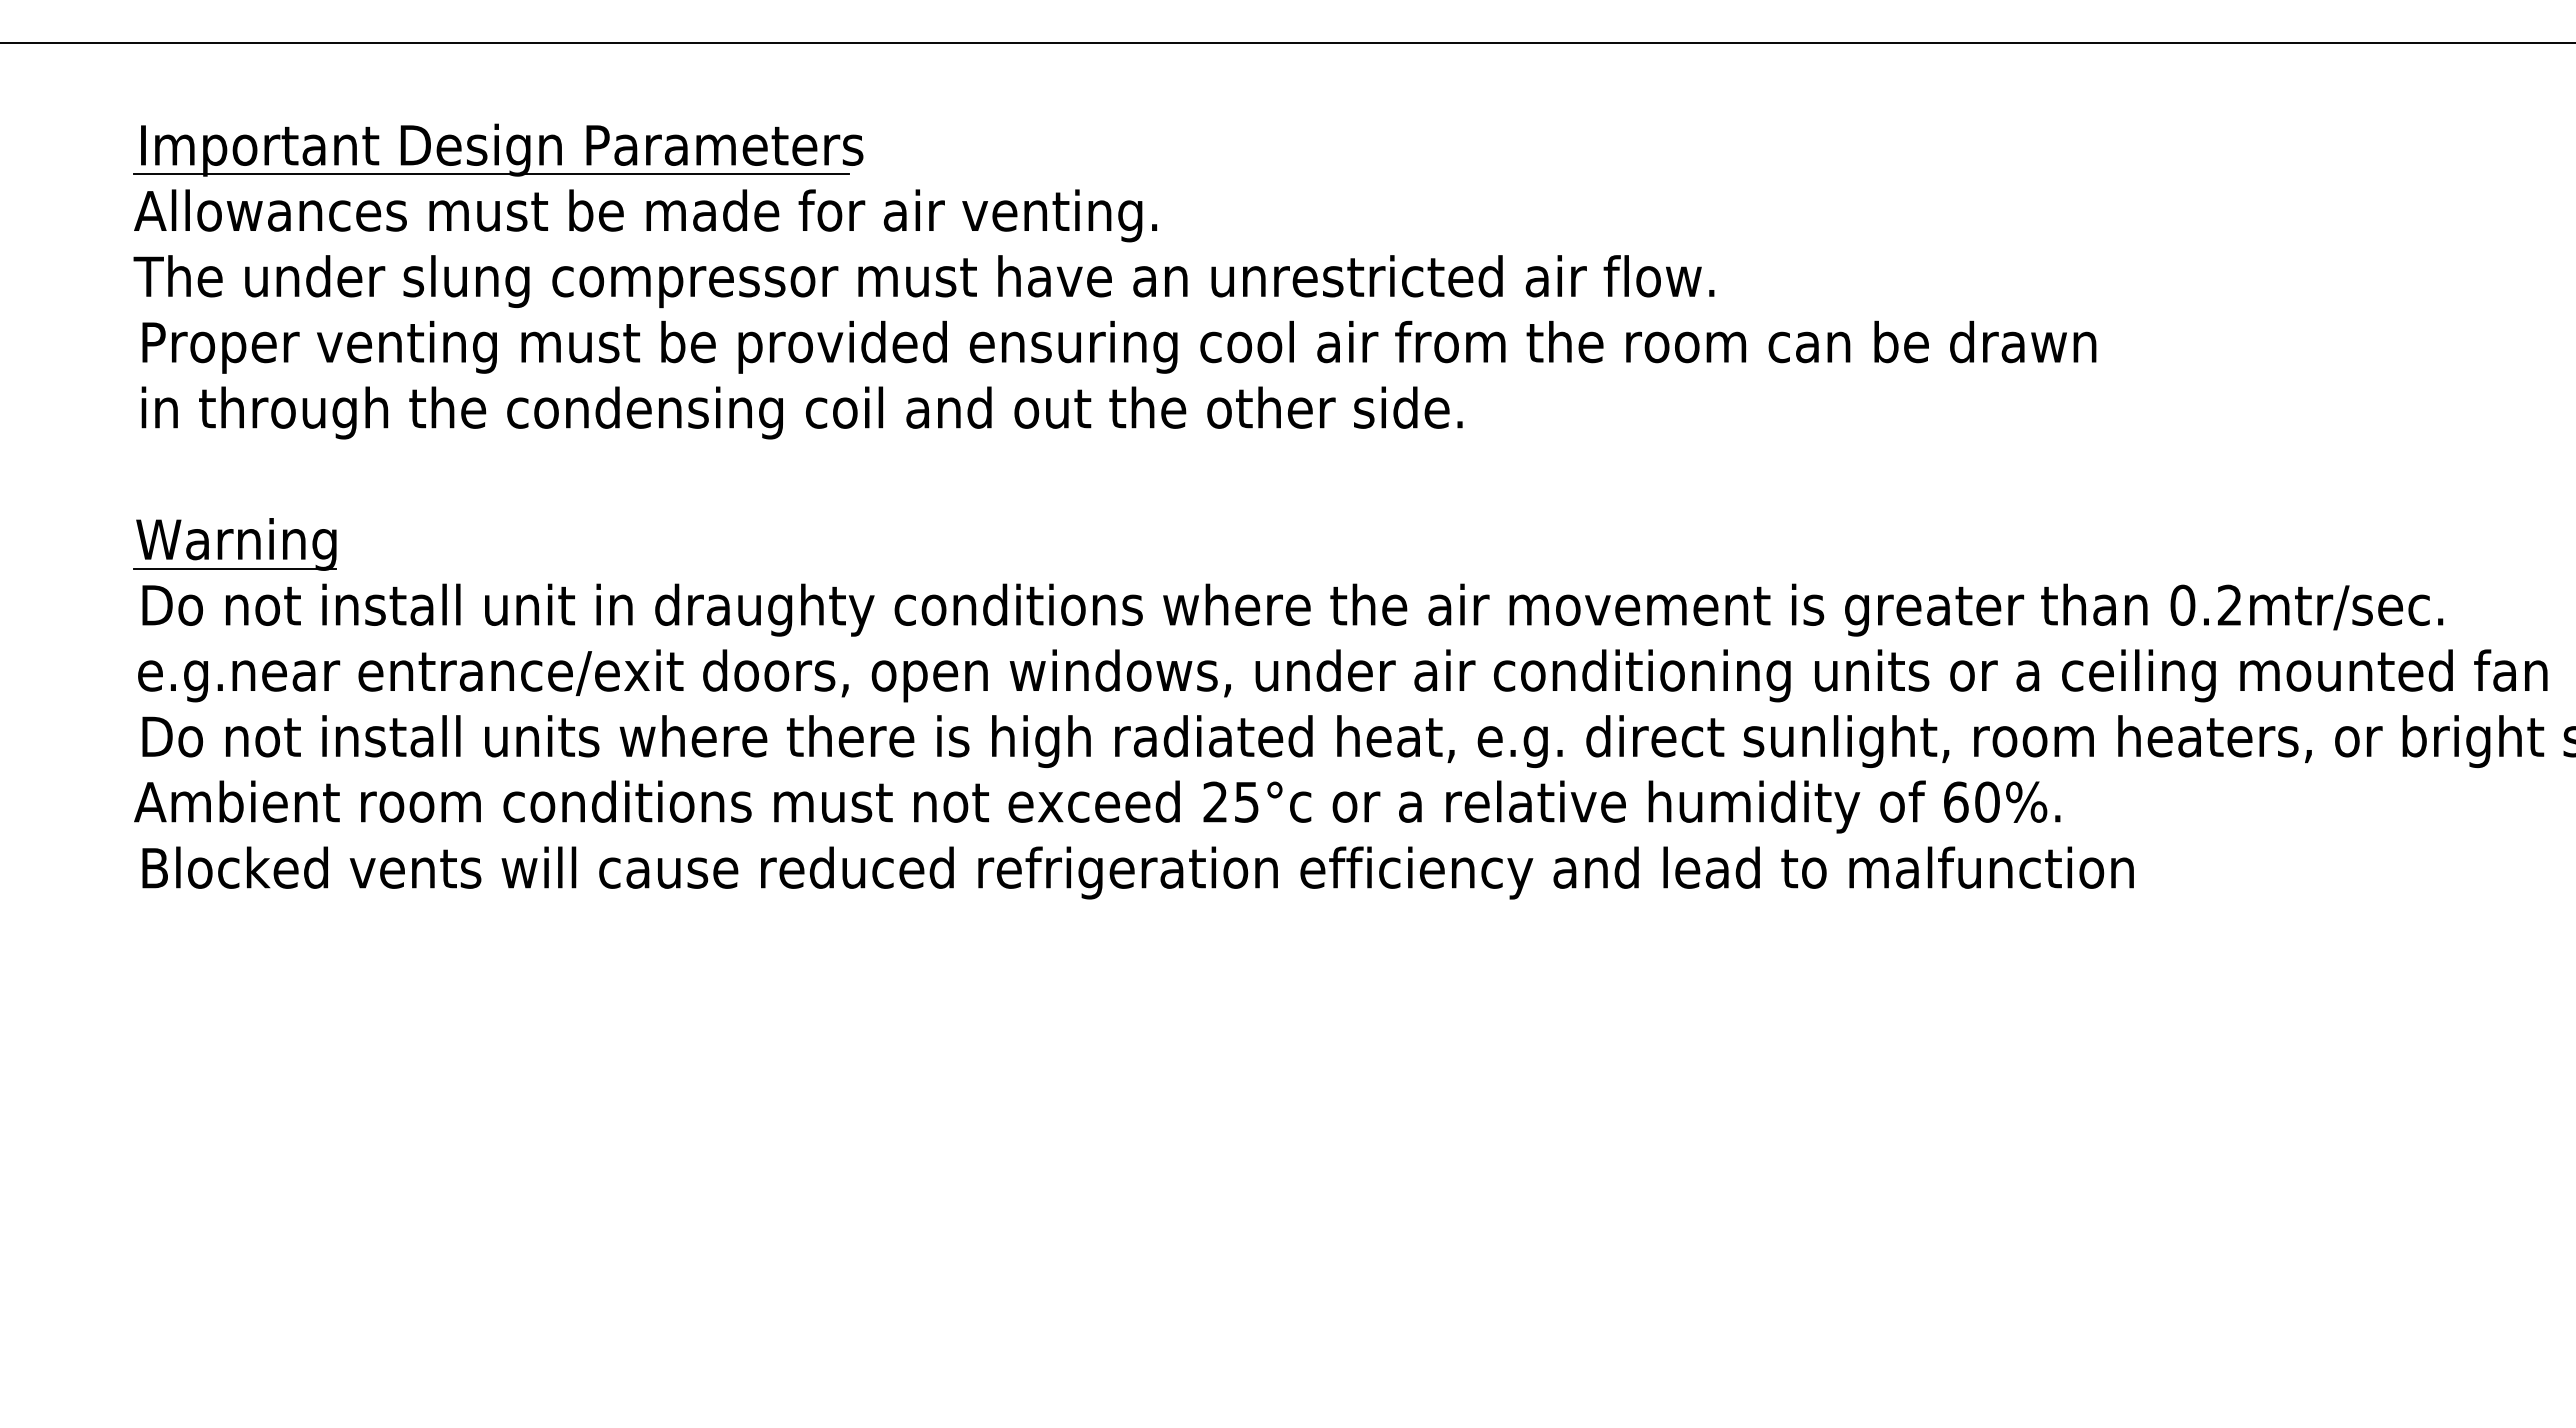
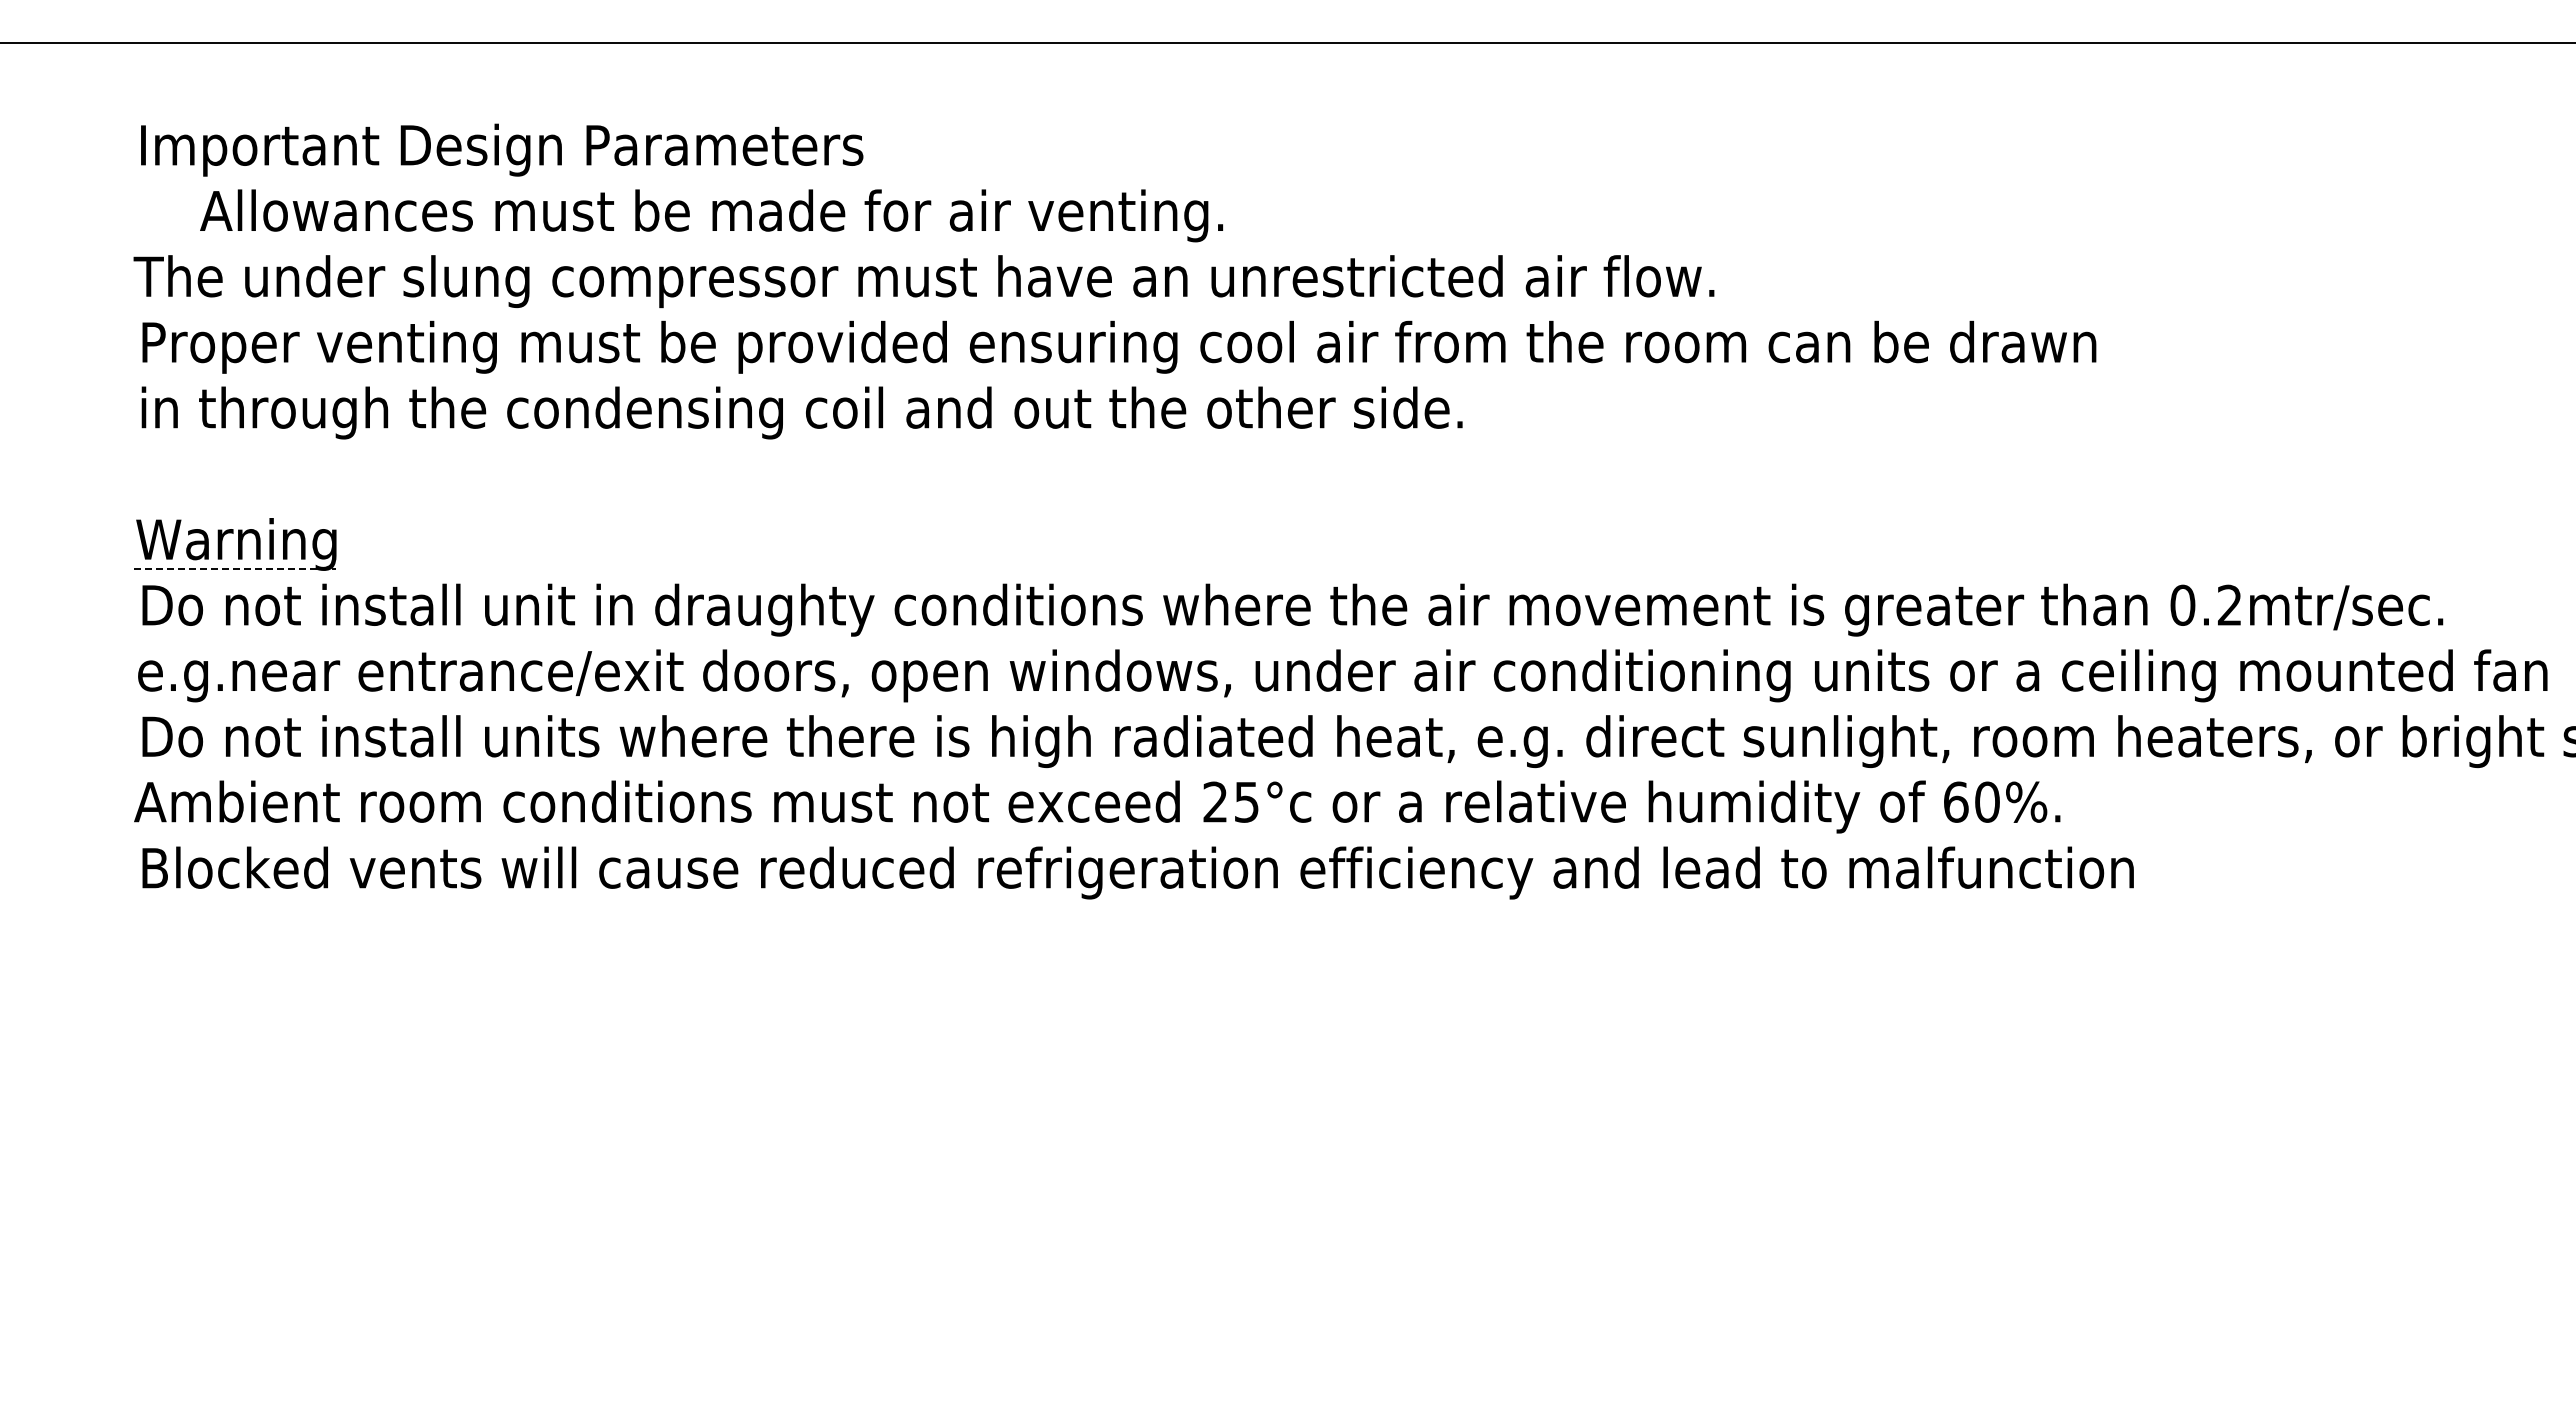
line at (490, 174): present -> none
text at (645, 215) position: (645, 215) -> (711, 215)
line at (235, 568): solid -> dashed
